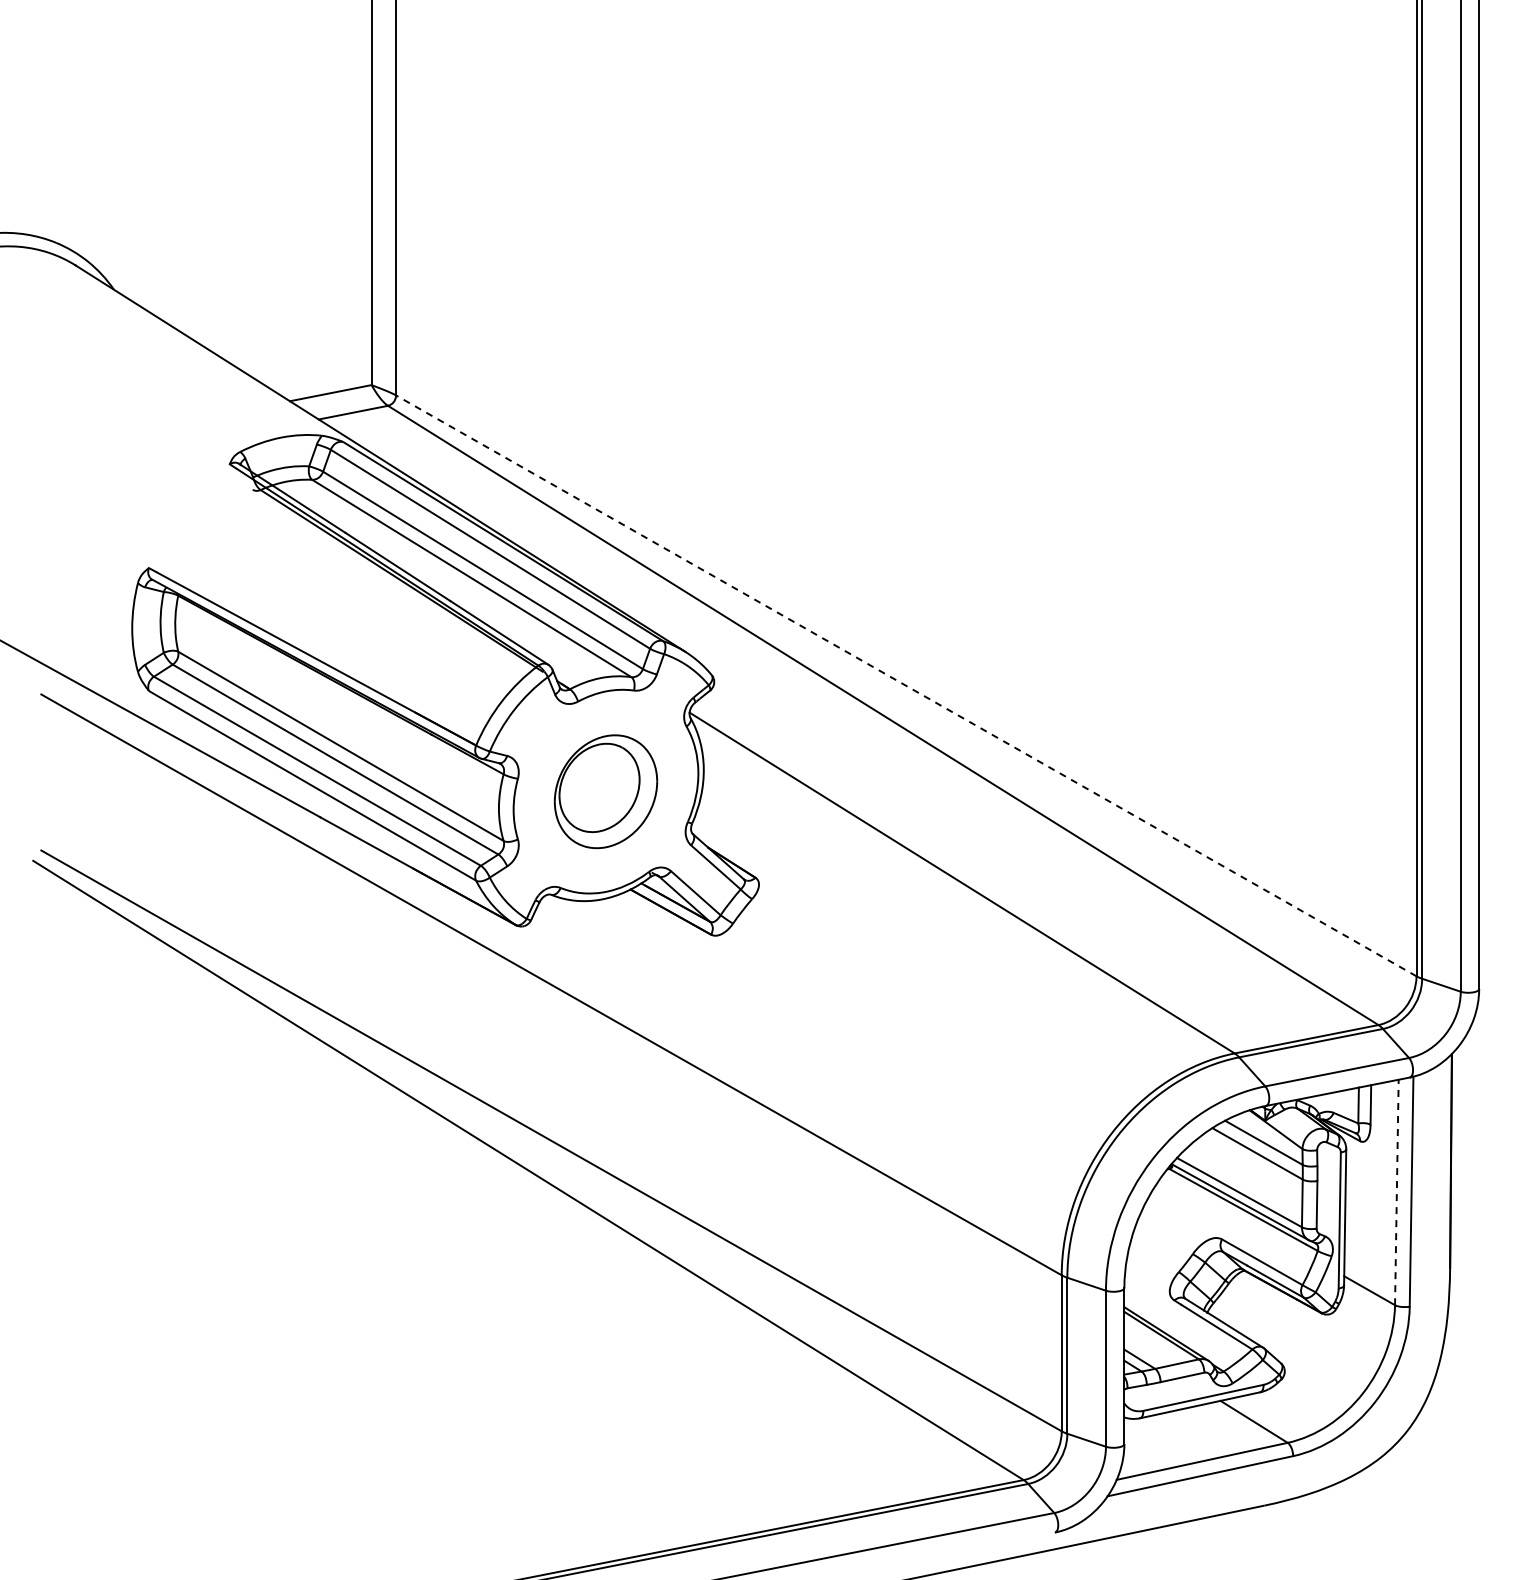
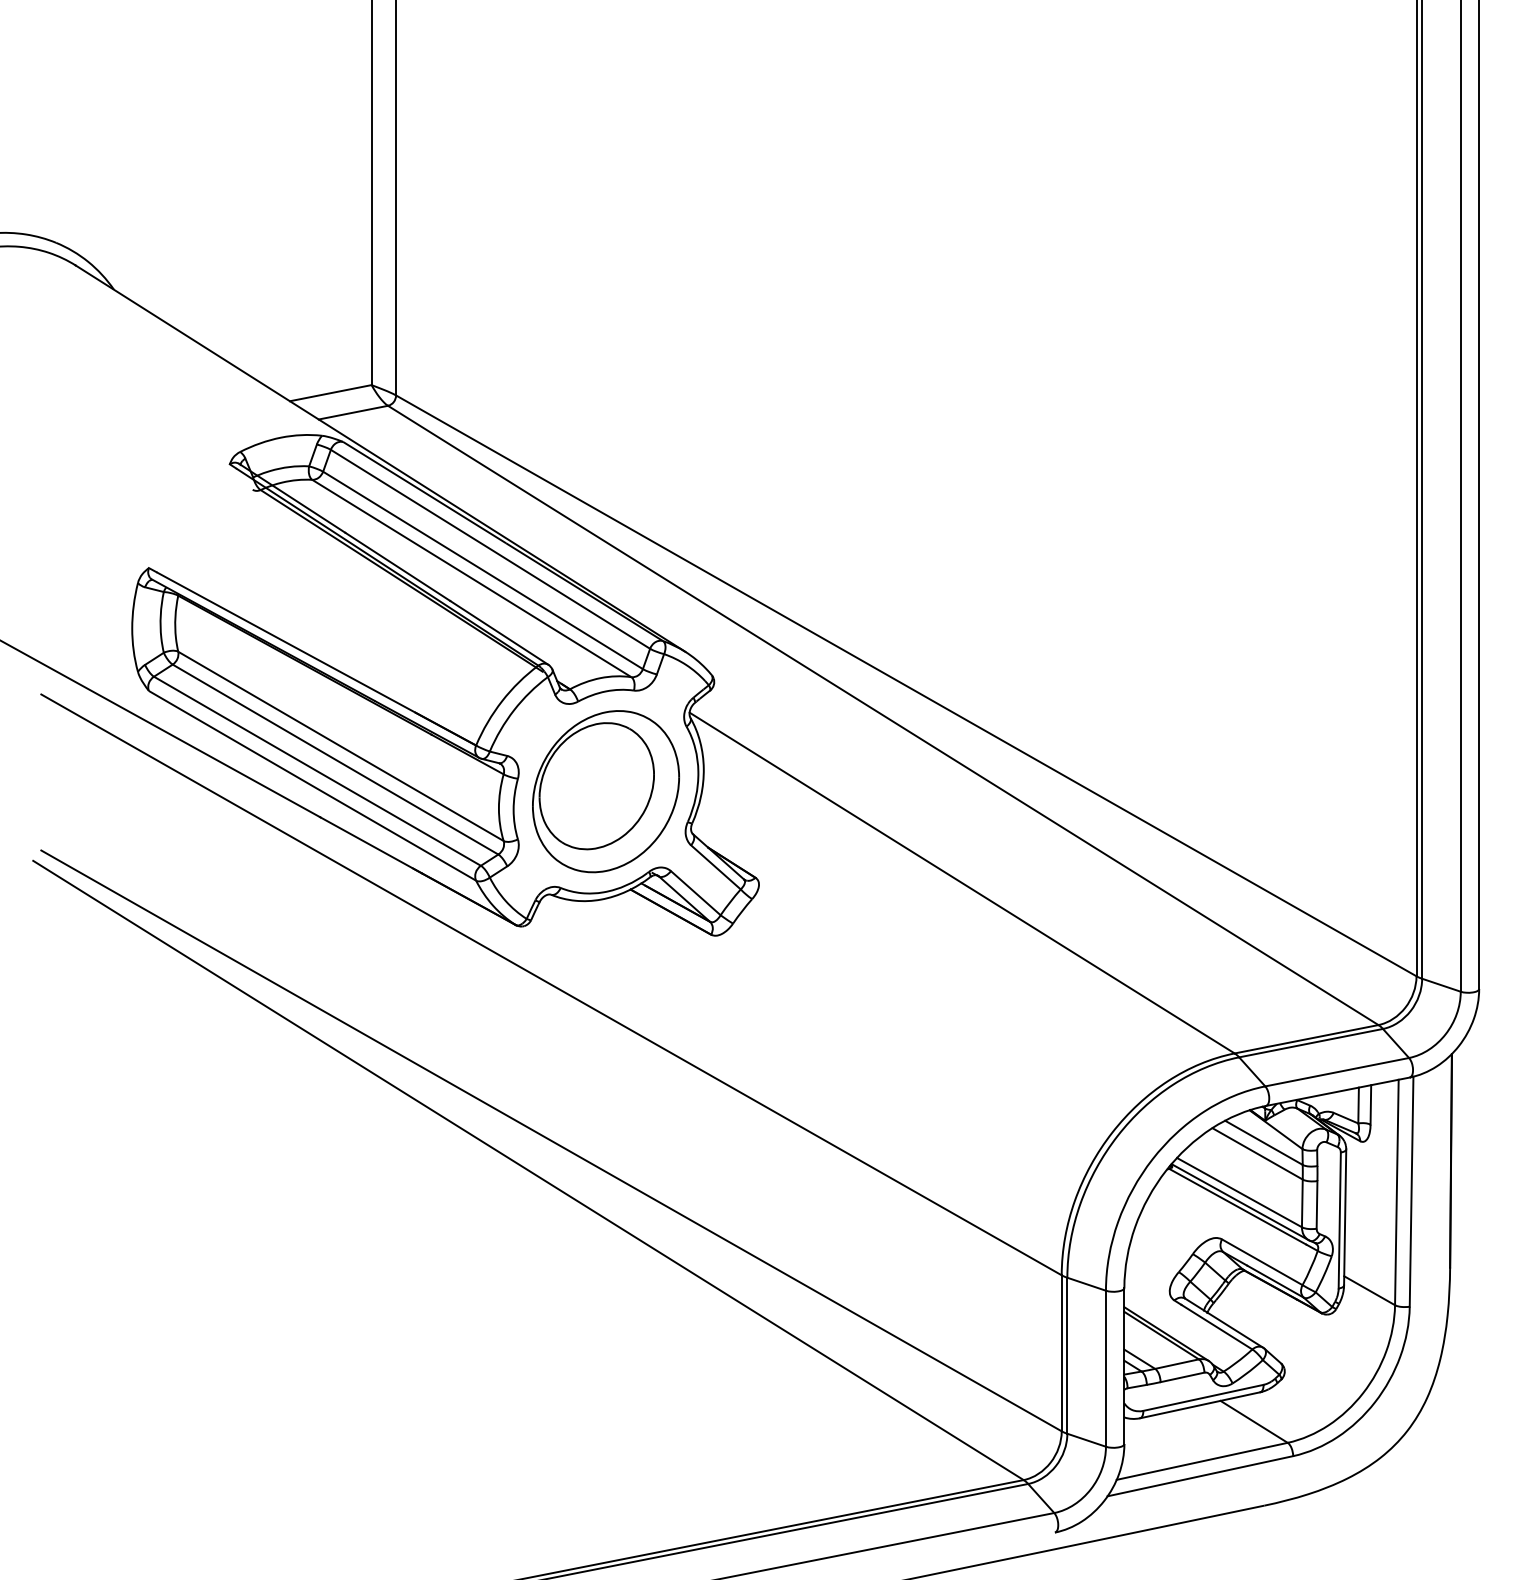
line at (905, 685): dashed -> solid
part at (605, 791) size: 106x116 px -> 148x164 px
line at (1396, 1192): dashed -> solid
